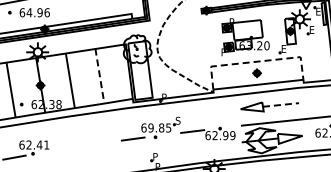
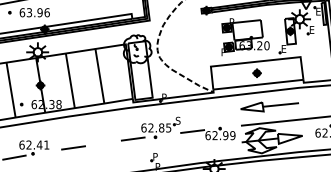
text at (29, 12): 64.96 -> 63.96
line at (255, 61): dashed -> solid
line at (99, 76): dashed -> solid
line at (281, 104): dashed -> solid
text at (150, 127): 69.85 -> 62.85
line at (73, 147): none -> present
